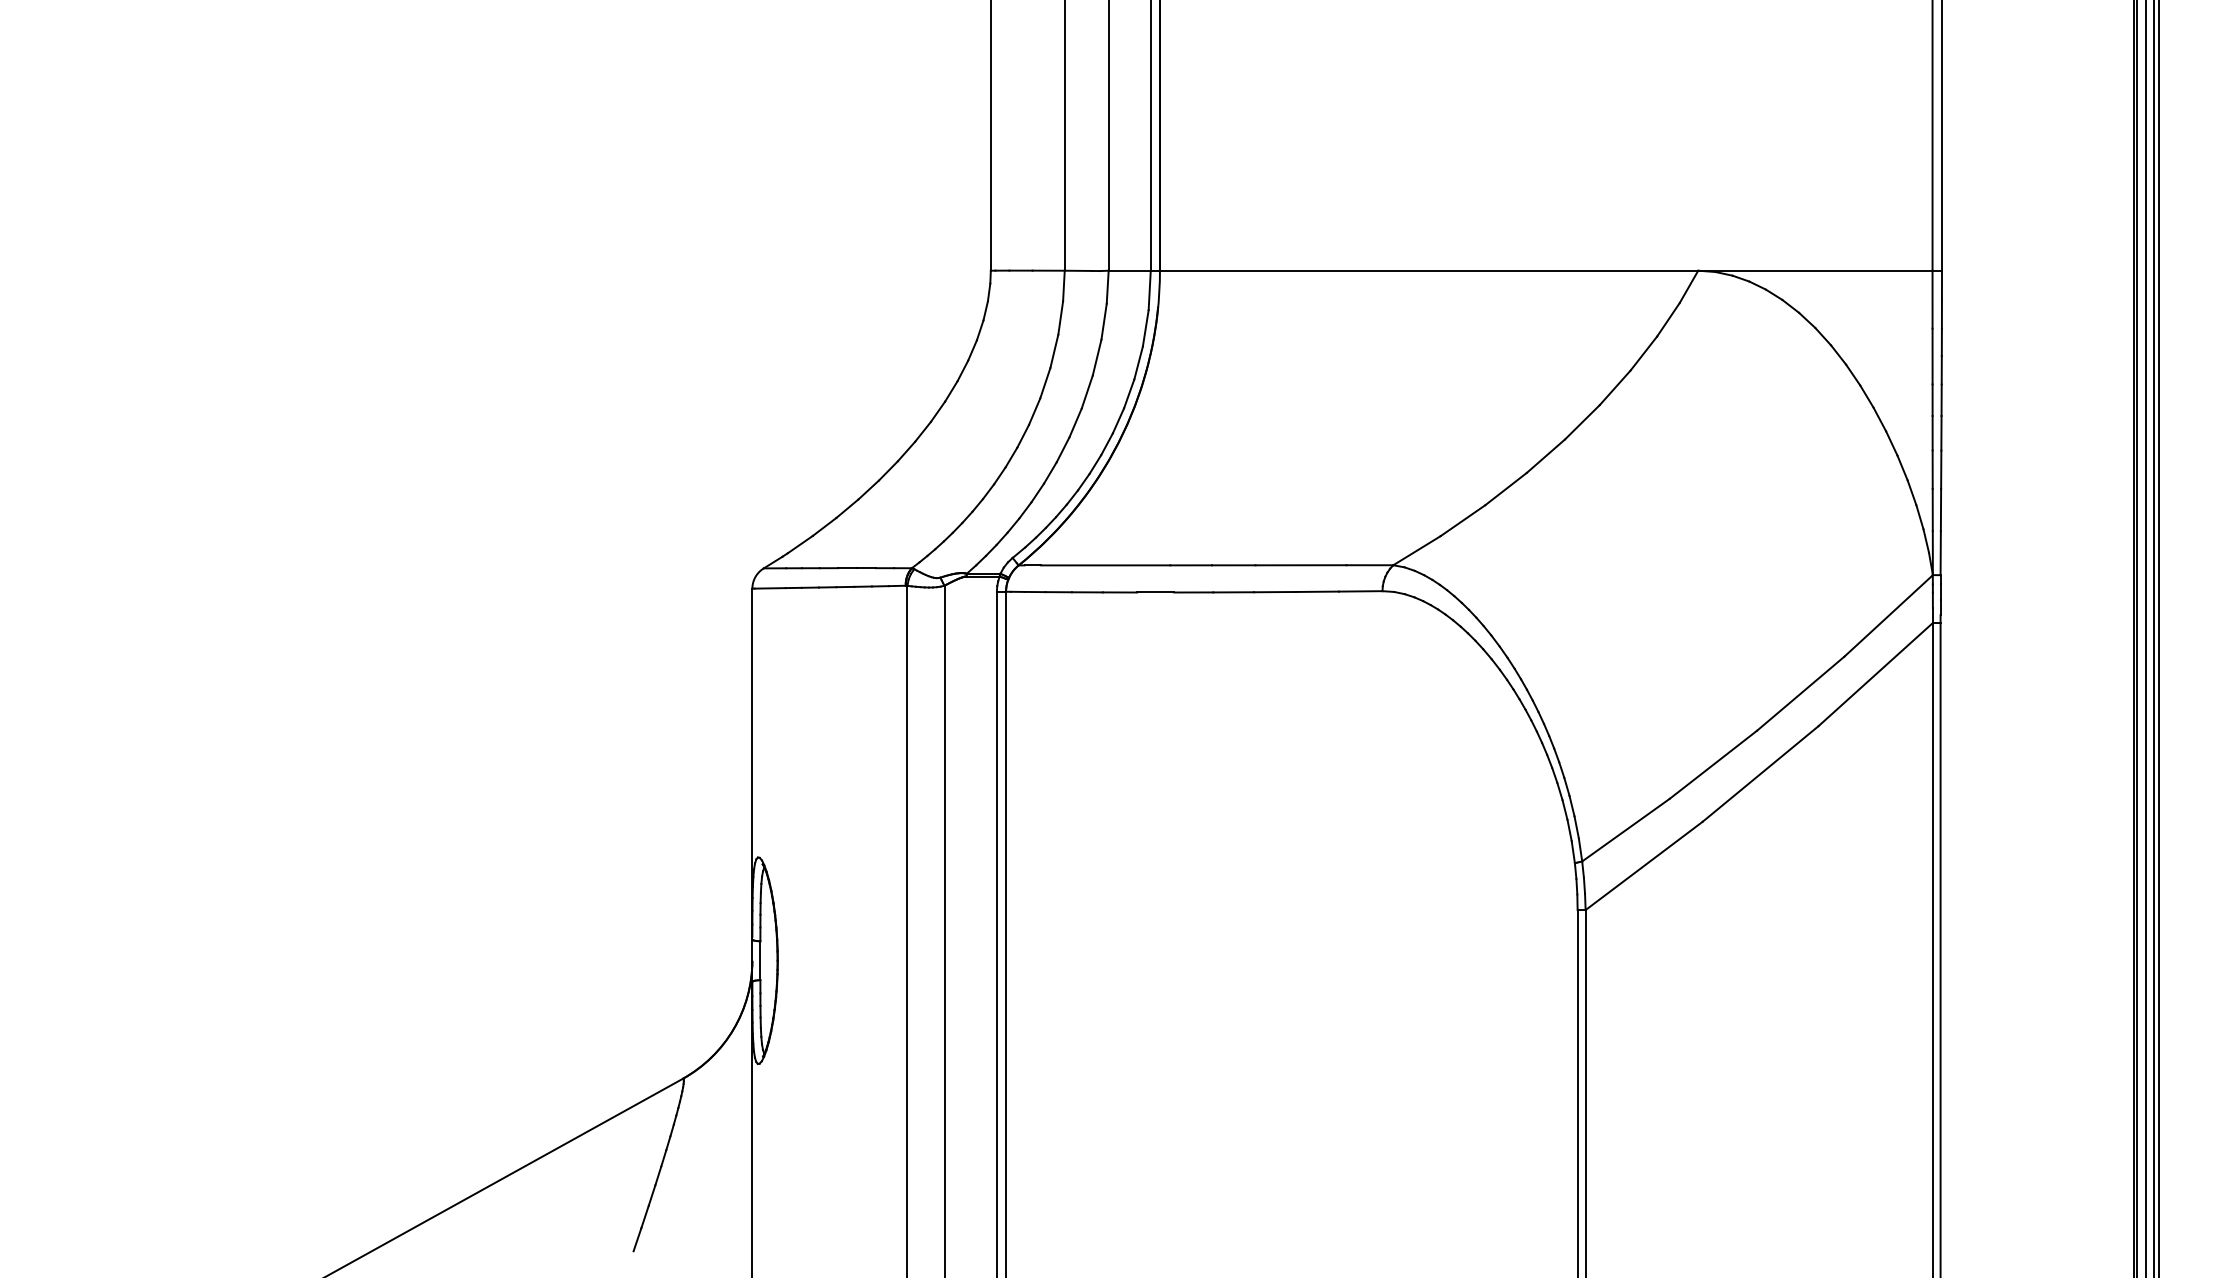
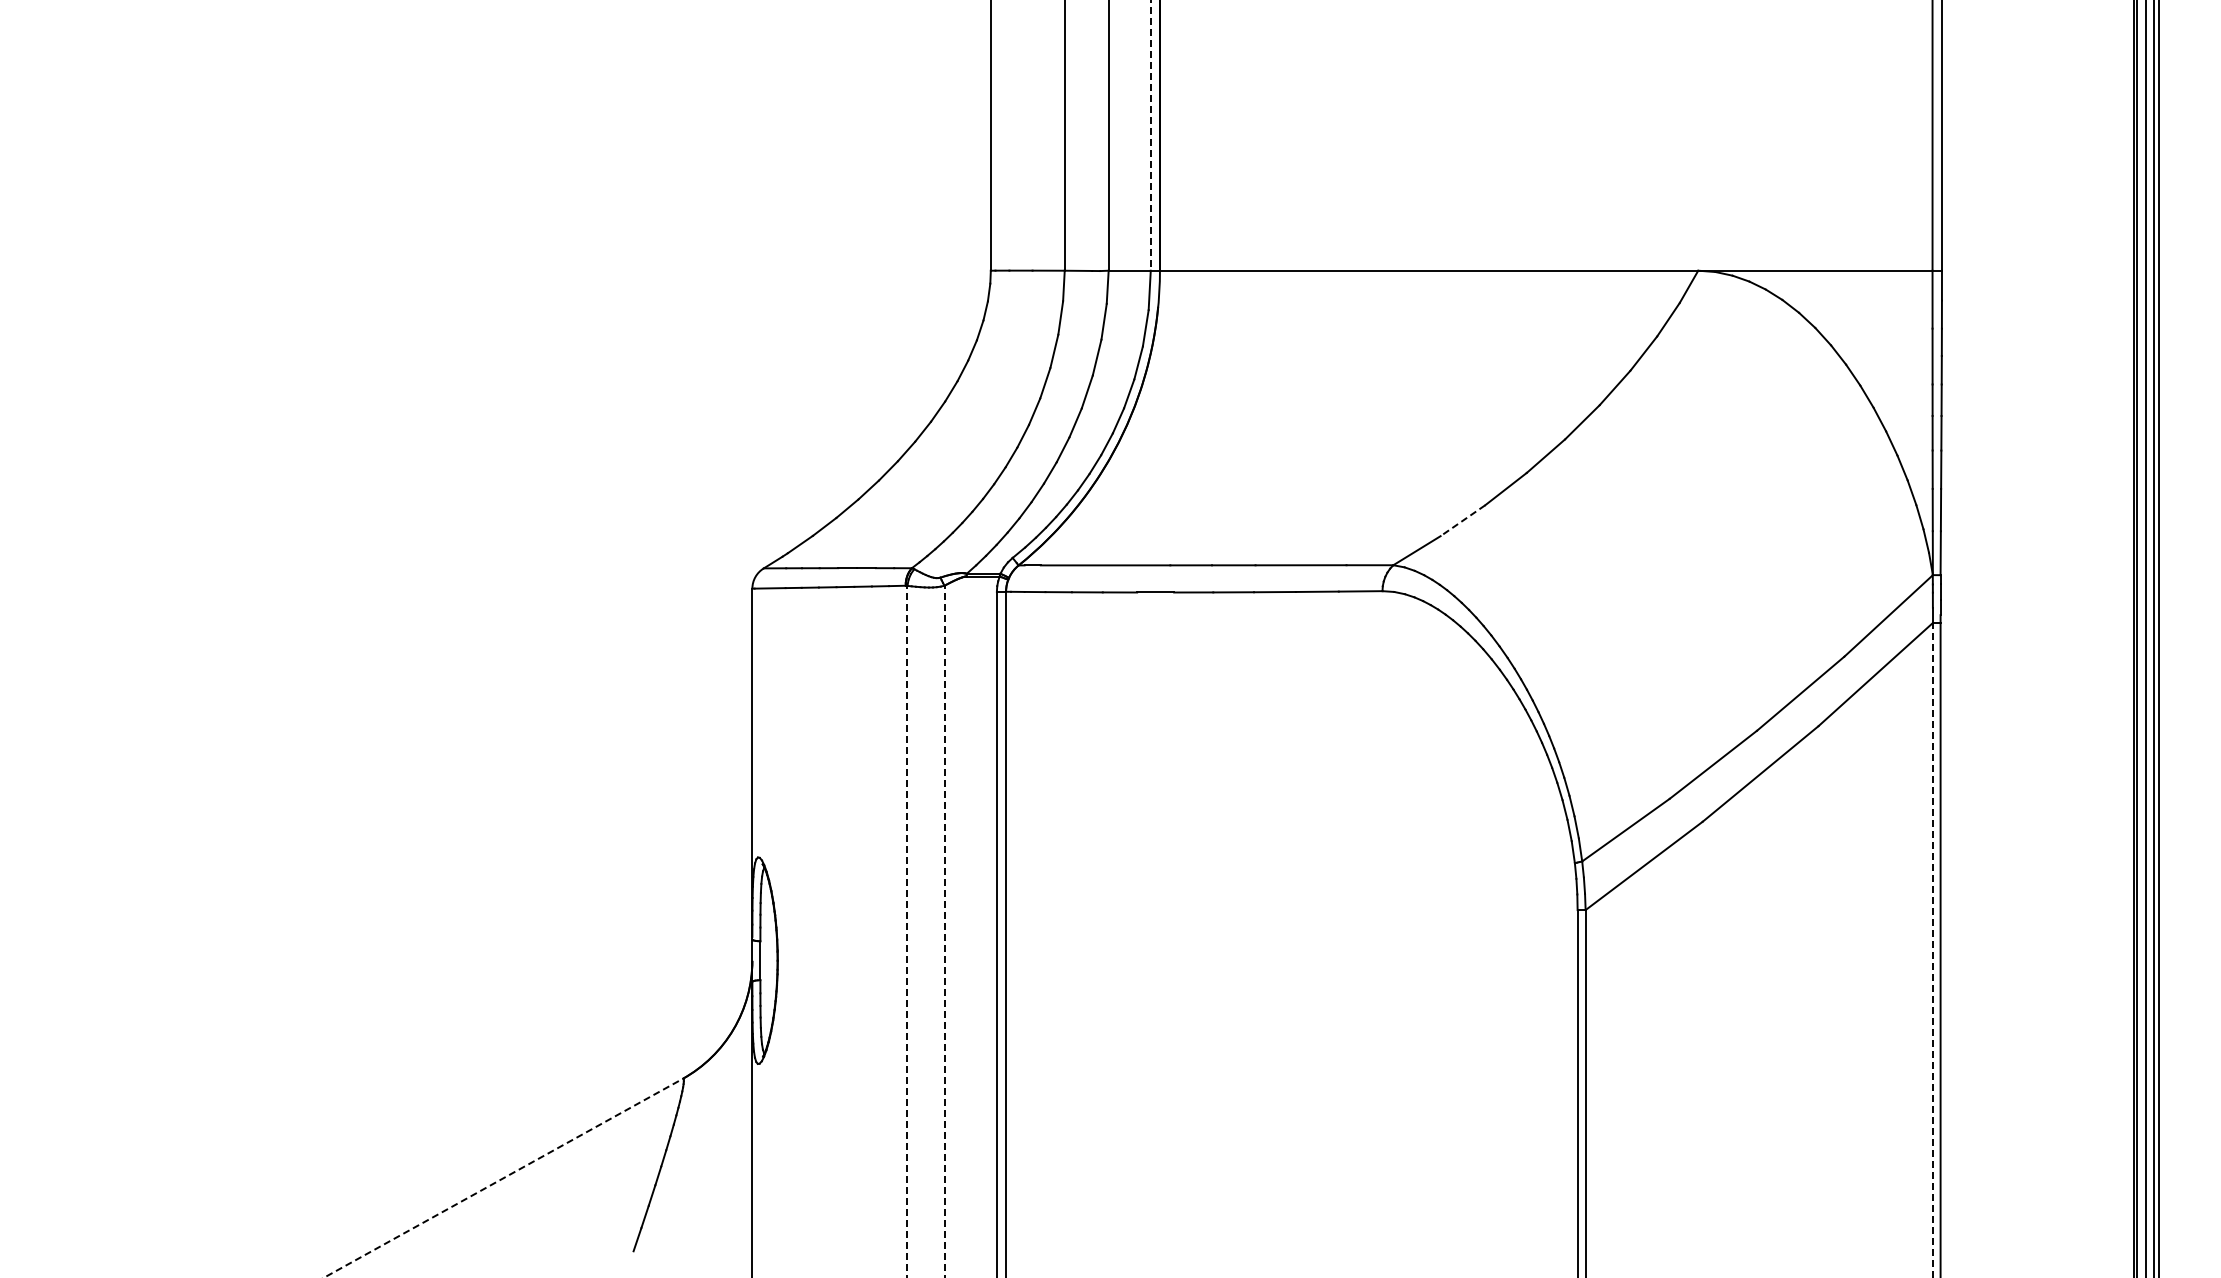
line at (1150, 135): solid -> dashed
line at (1462, 521): solid -> dashed
line at (907, 931): solid -> dashed
line at (944, 931): solid -> dashed
line at (1932, 949): solid -> dashed
line at (503, 1178): solid -> dashed
